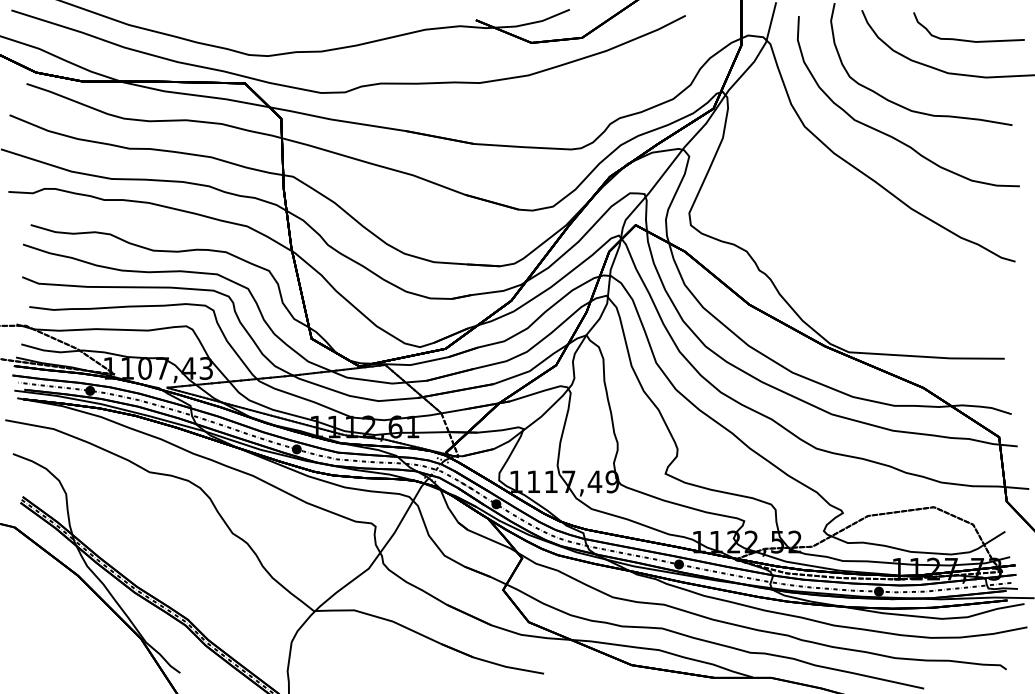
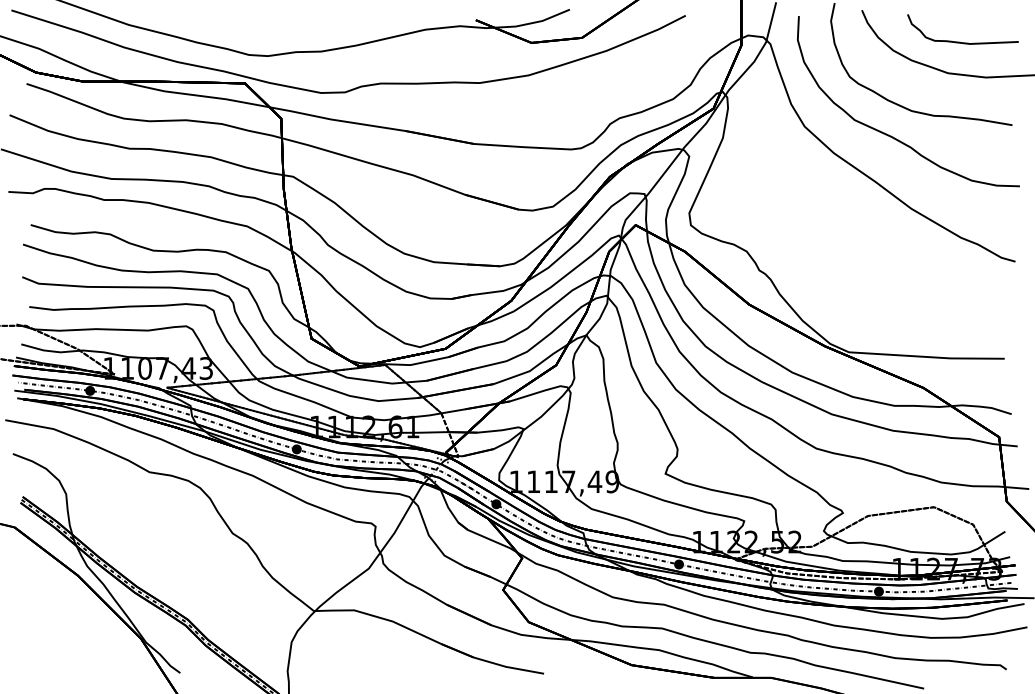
curve at (965, 39) position: (965, 39) -> (959, 41)
